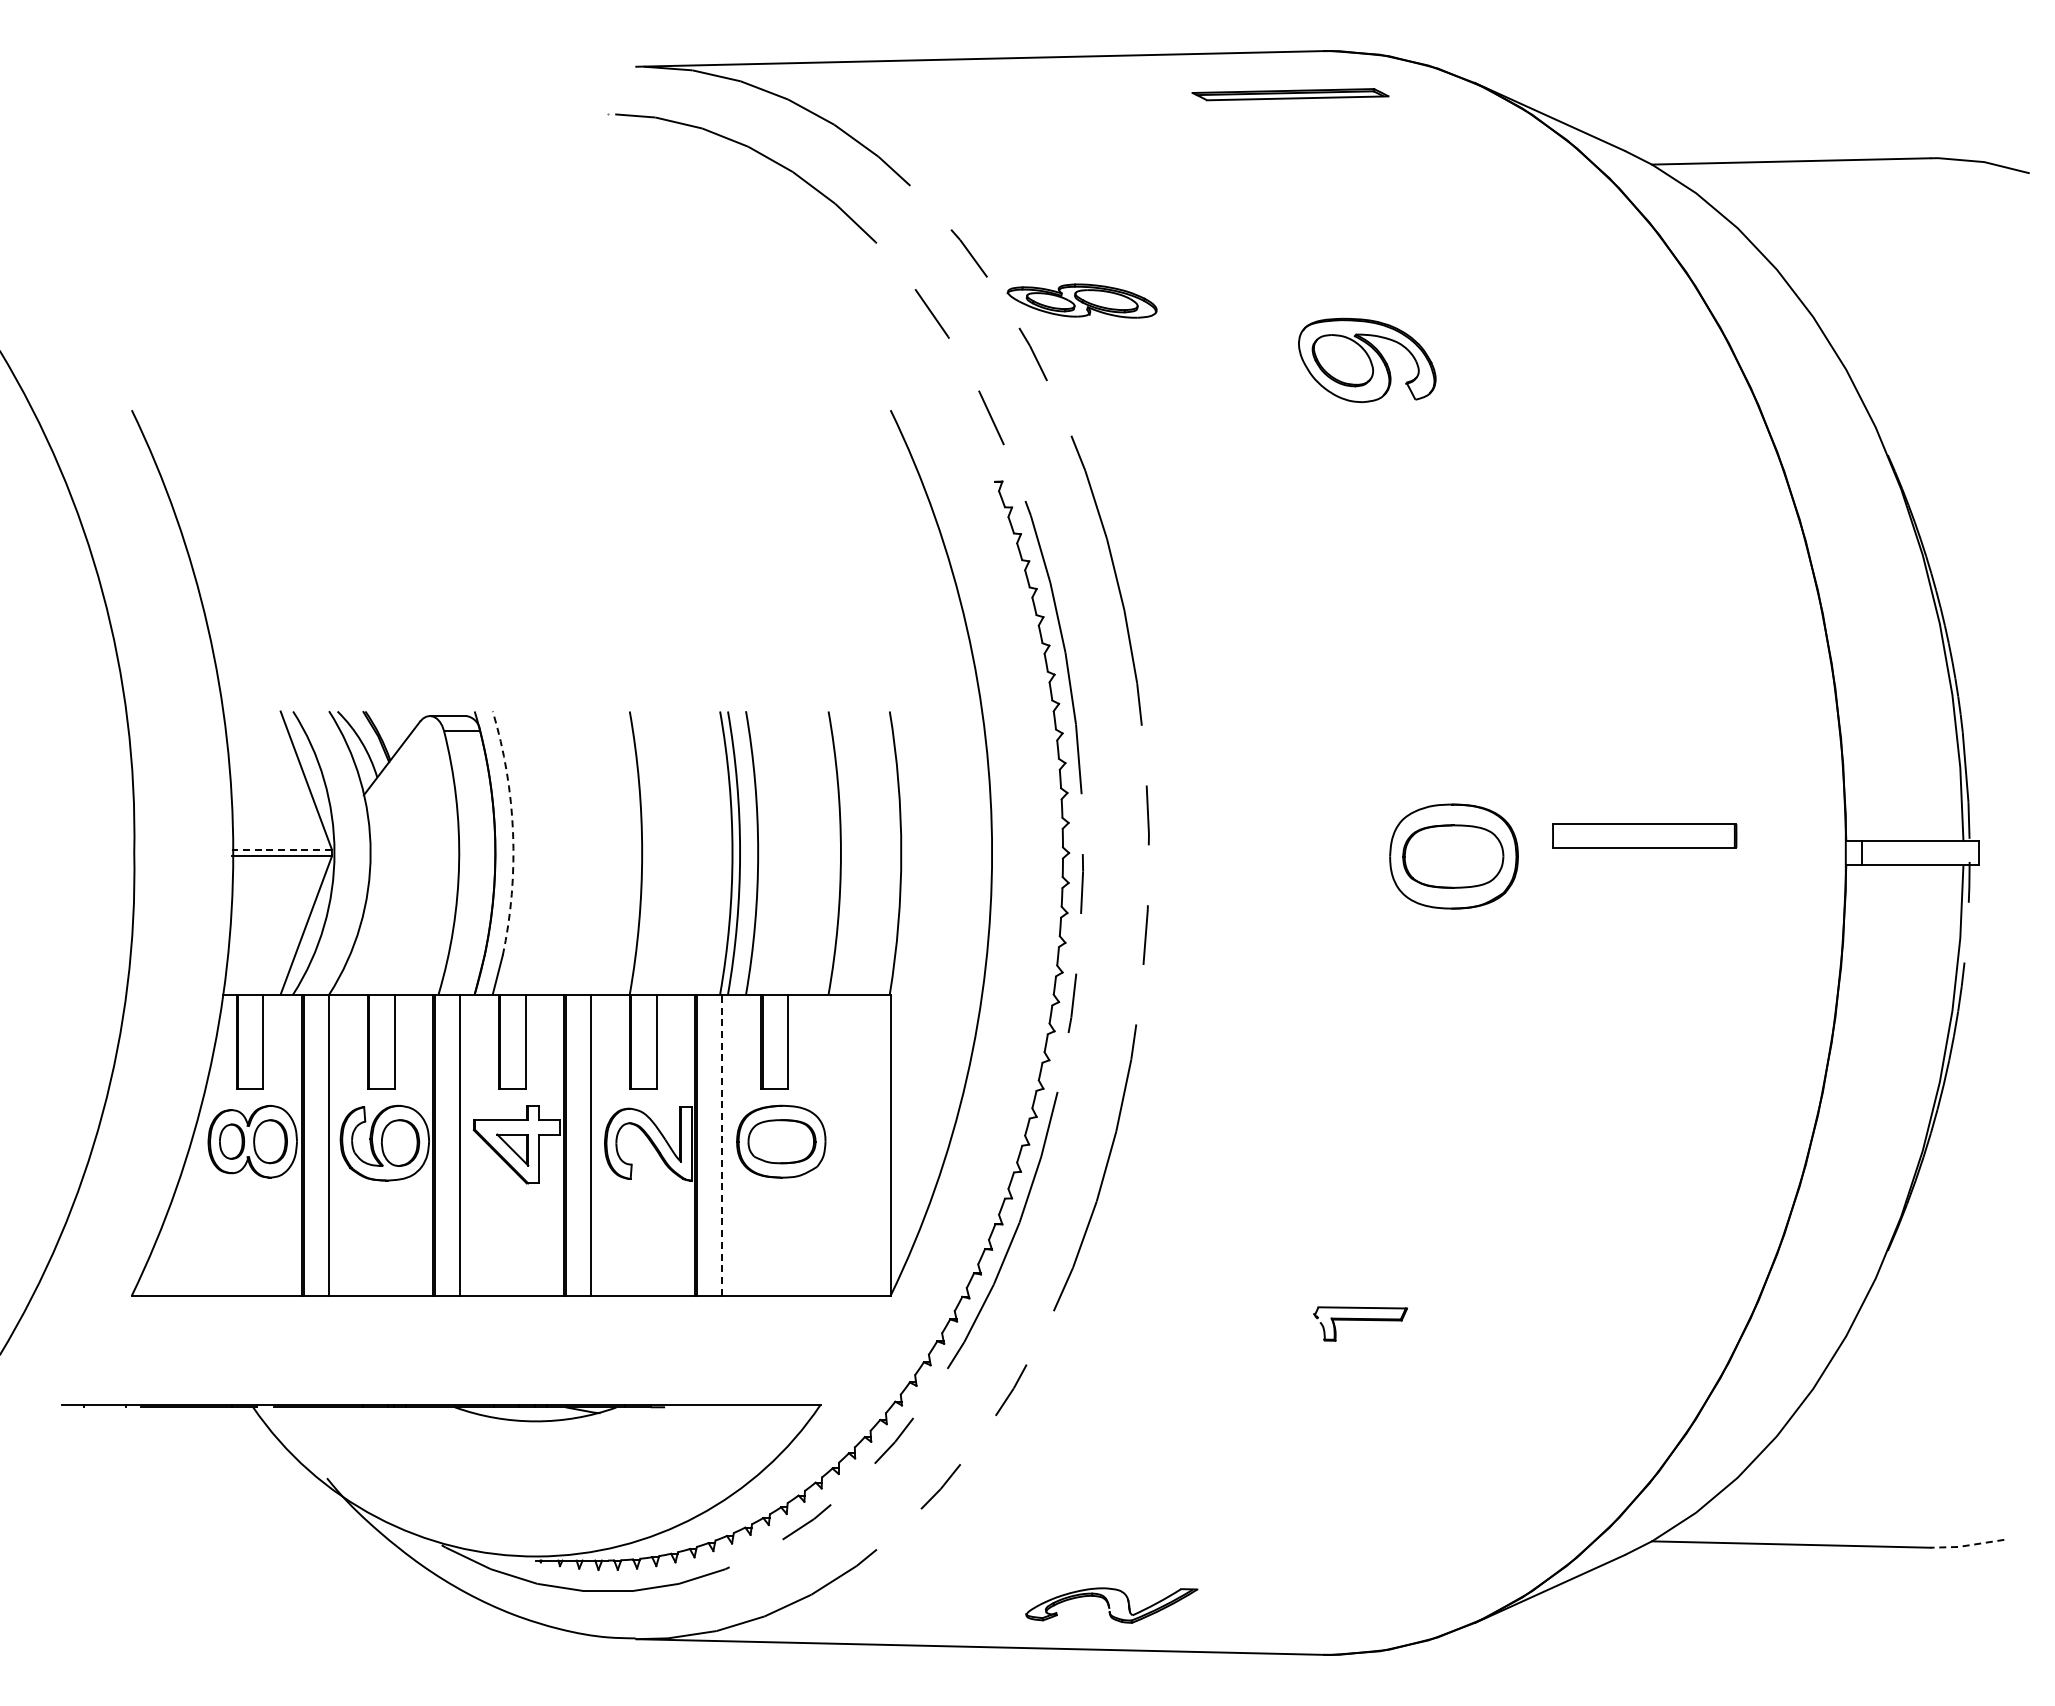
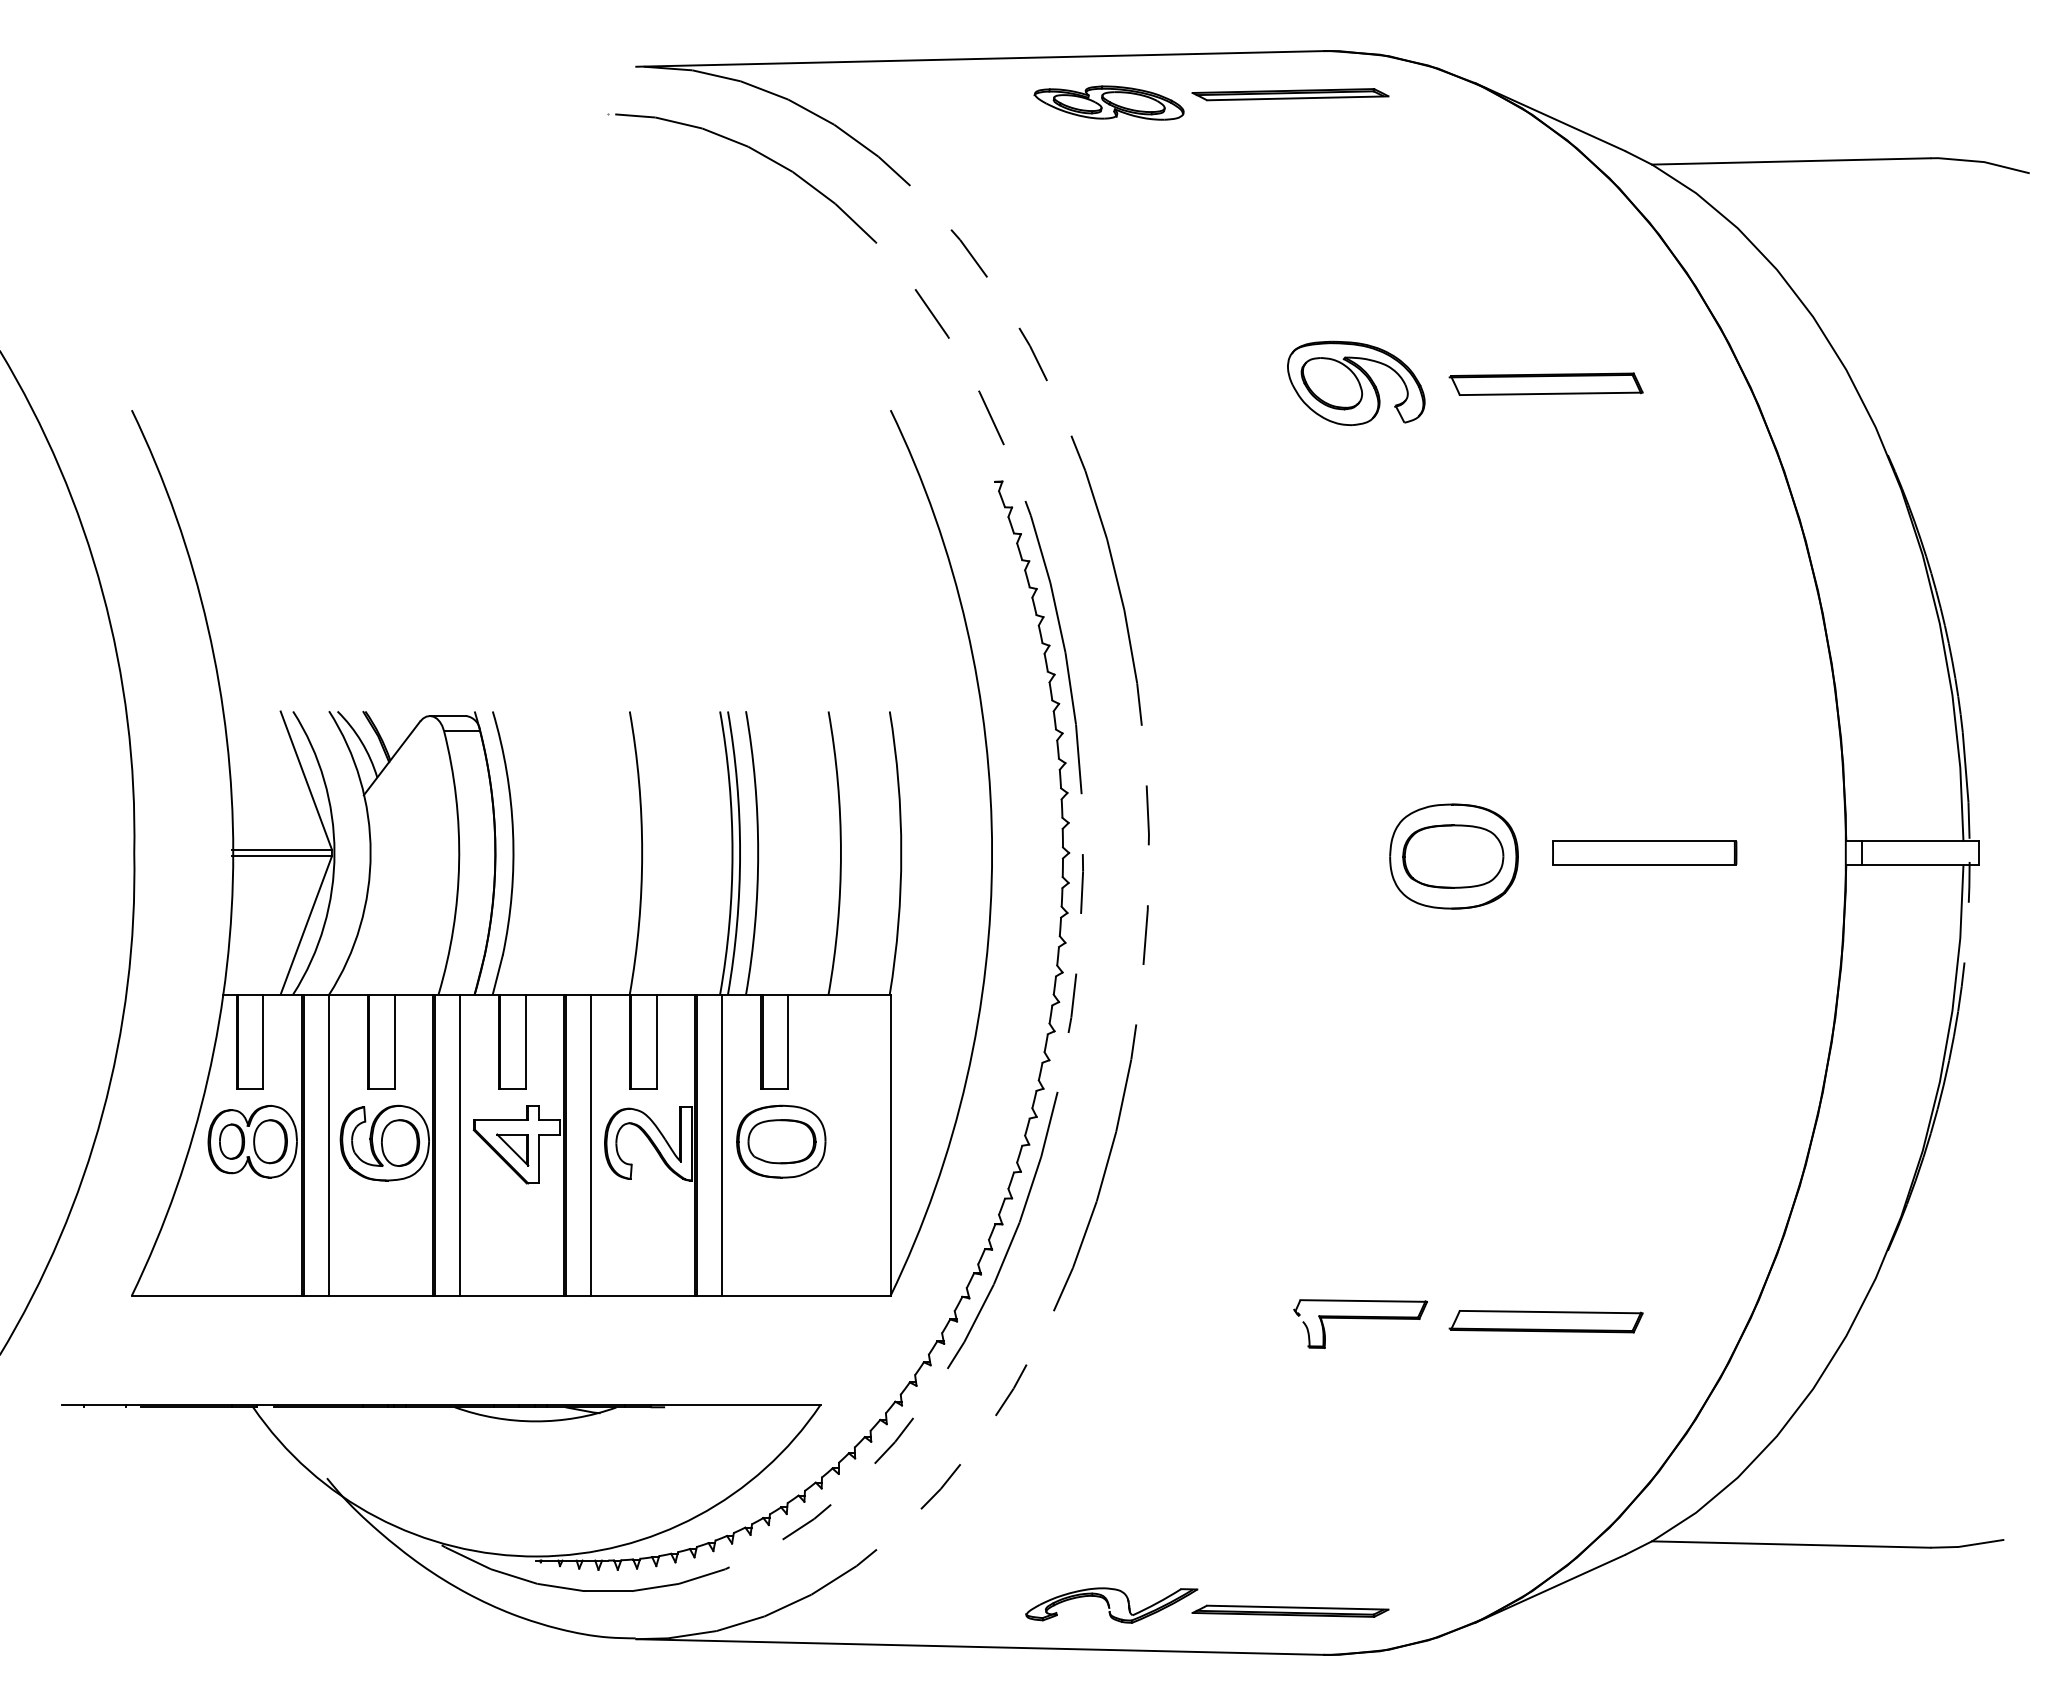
part at (1081, 300) position: (1081, 300) -> (1108, 102)
part at (1367, 360) position: (1367, 360) -> (1356, 383)
part at (1545, 383): none -> present
arc at (513, 832): dashed -> solid
part at (1644, 835) position: (1644, 835) -> (1644, 852)
line at (281, 849): dashed -> solid
line at (722, 1145): dashed -> solid
part at (1545, 1321): none -> present
part at (1360, 1323) size: 95x36 px -> 135x50 px
line at (1966, 1545): dashed -> solid
part at (1290, 1610): none -> present
